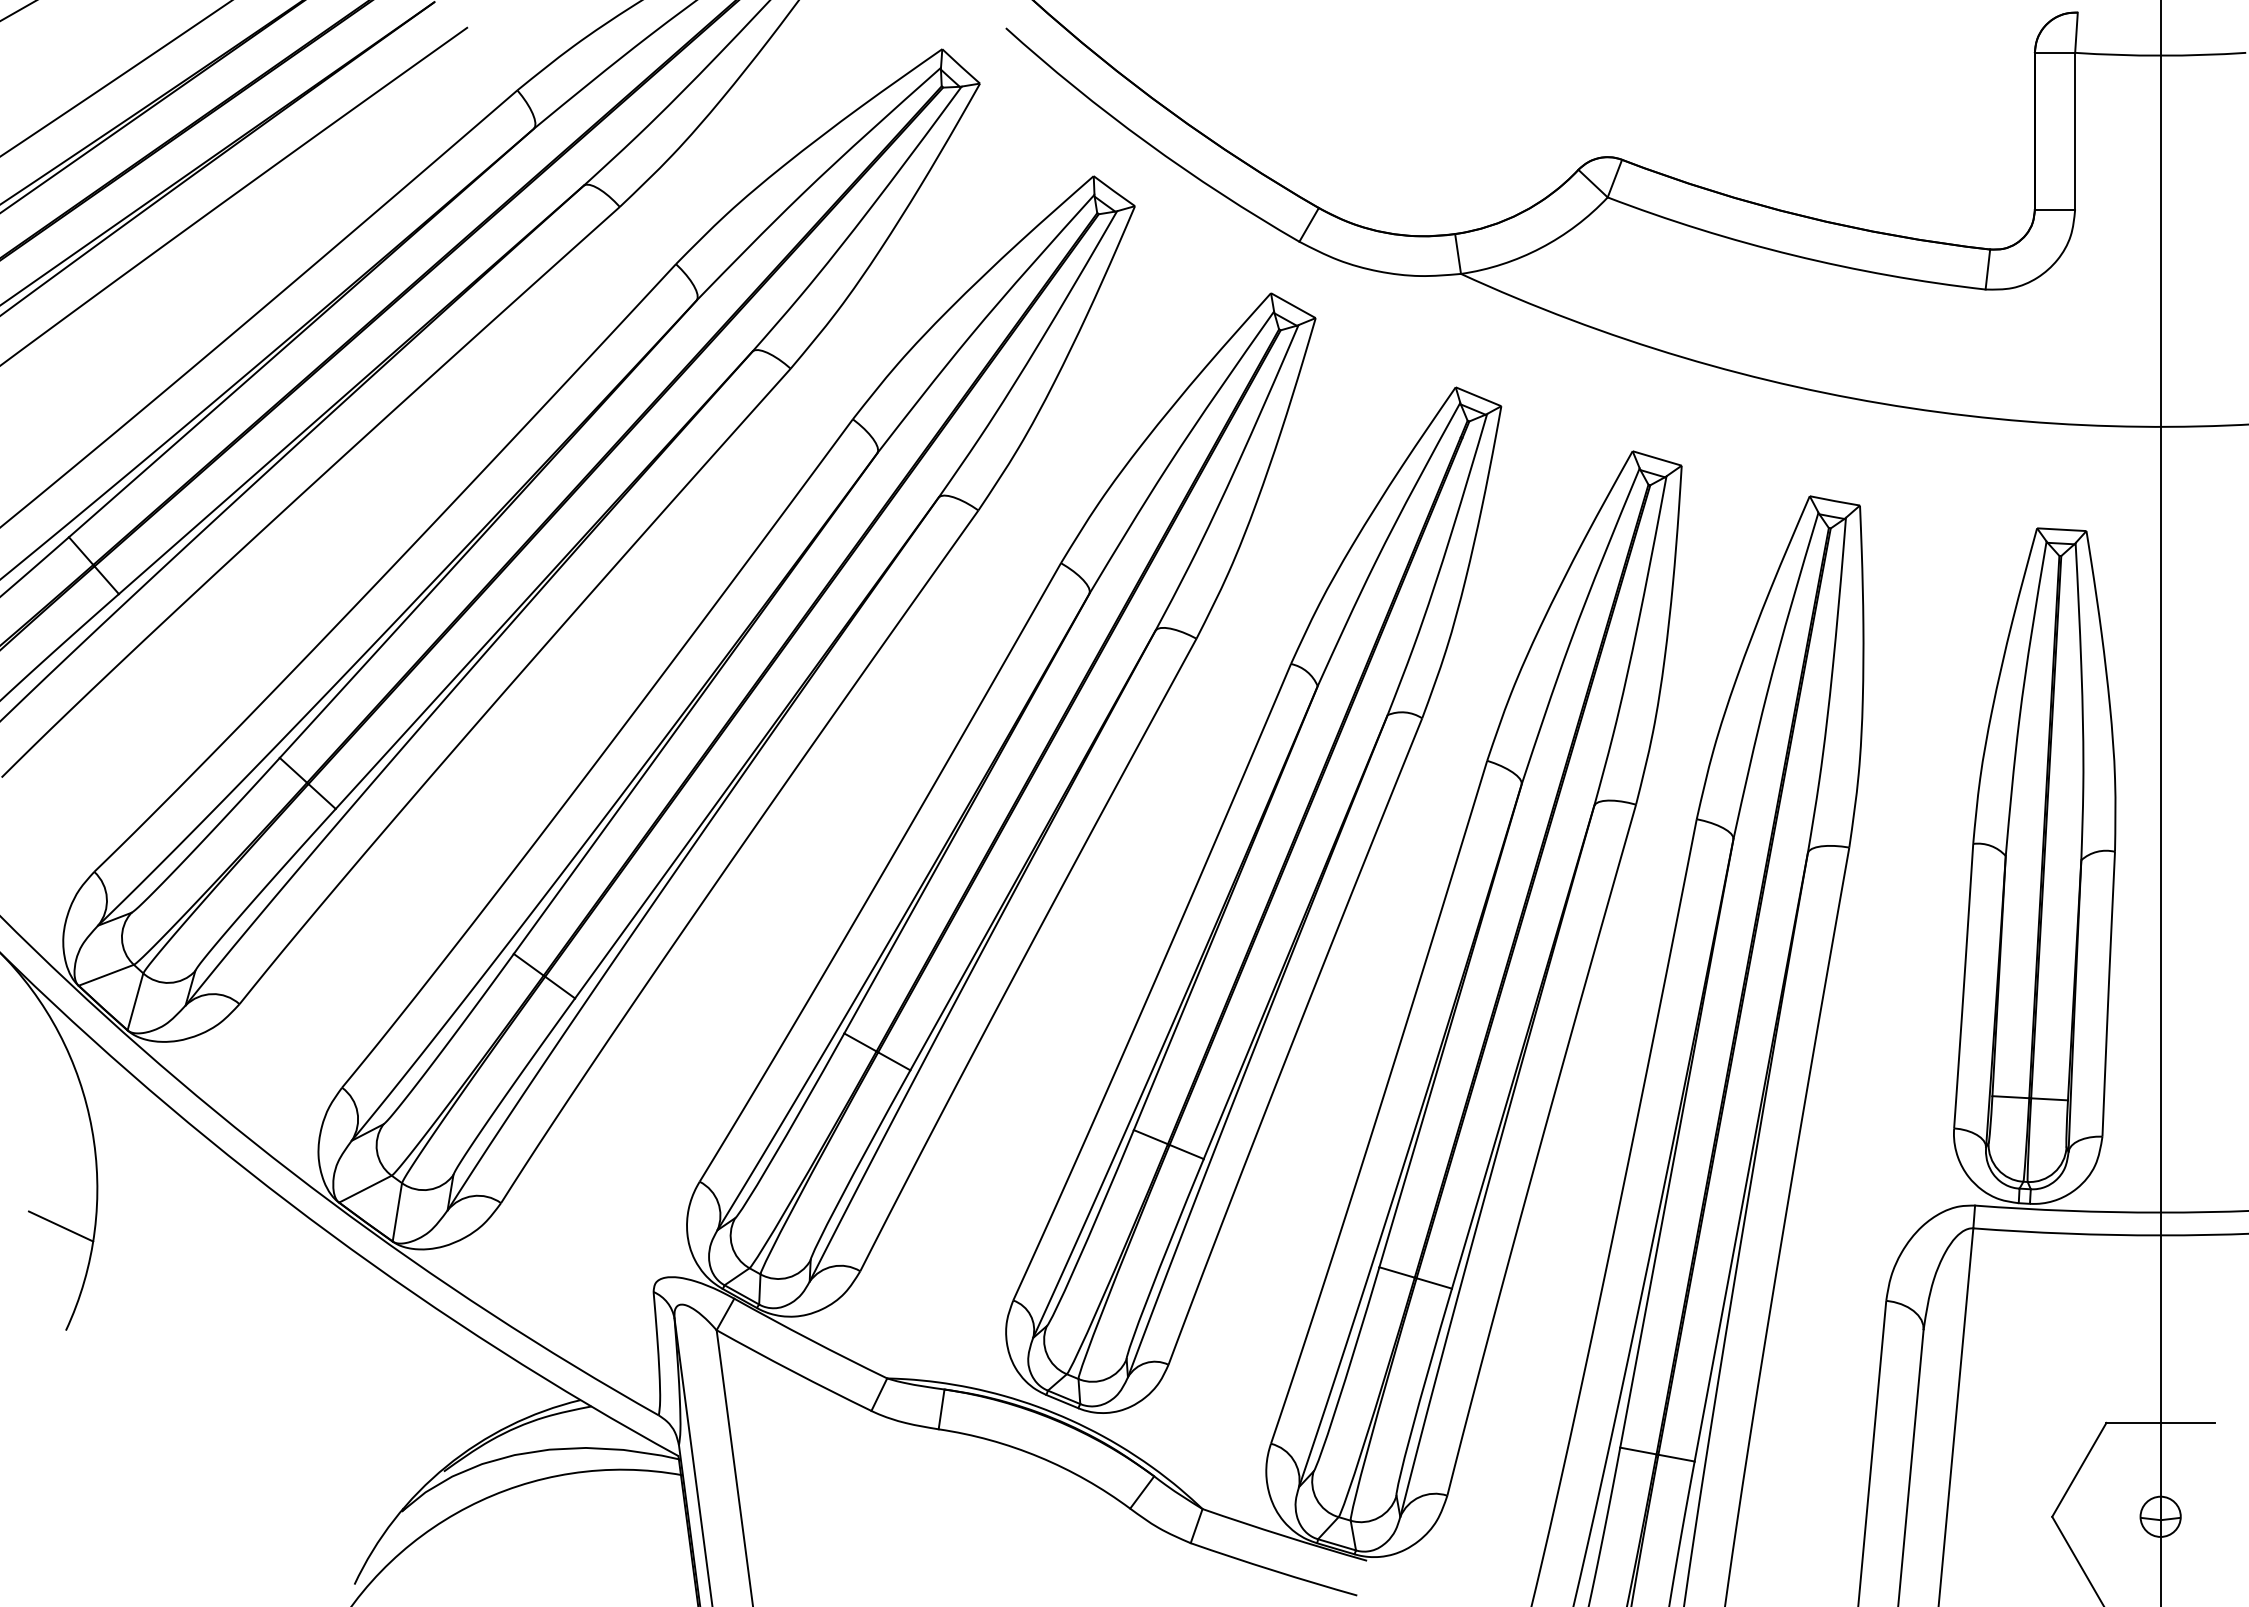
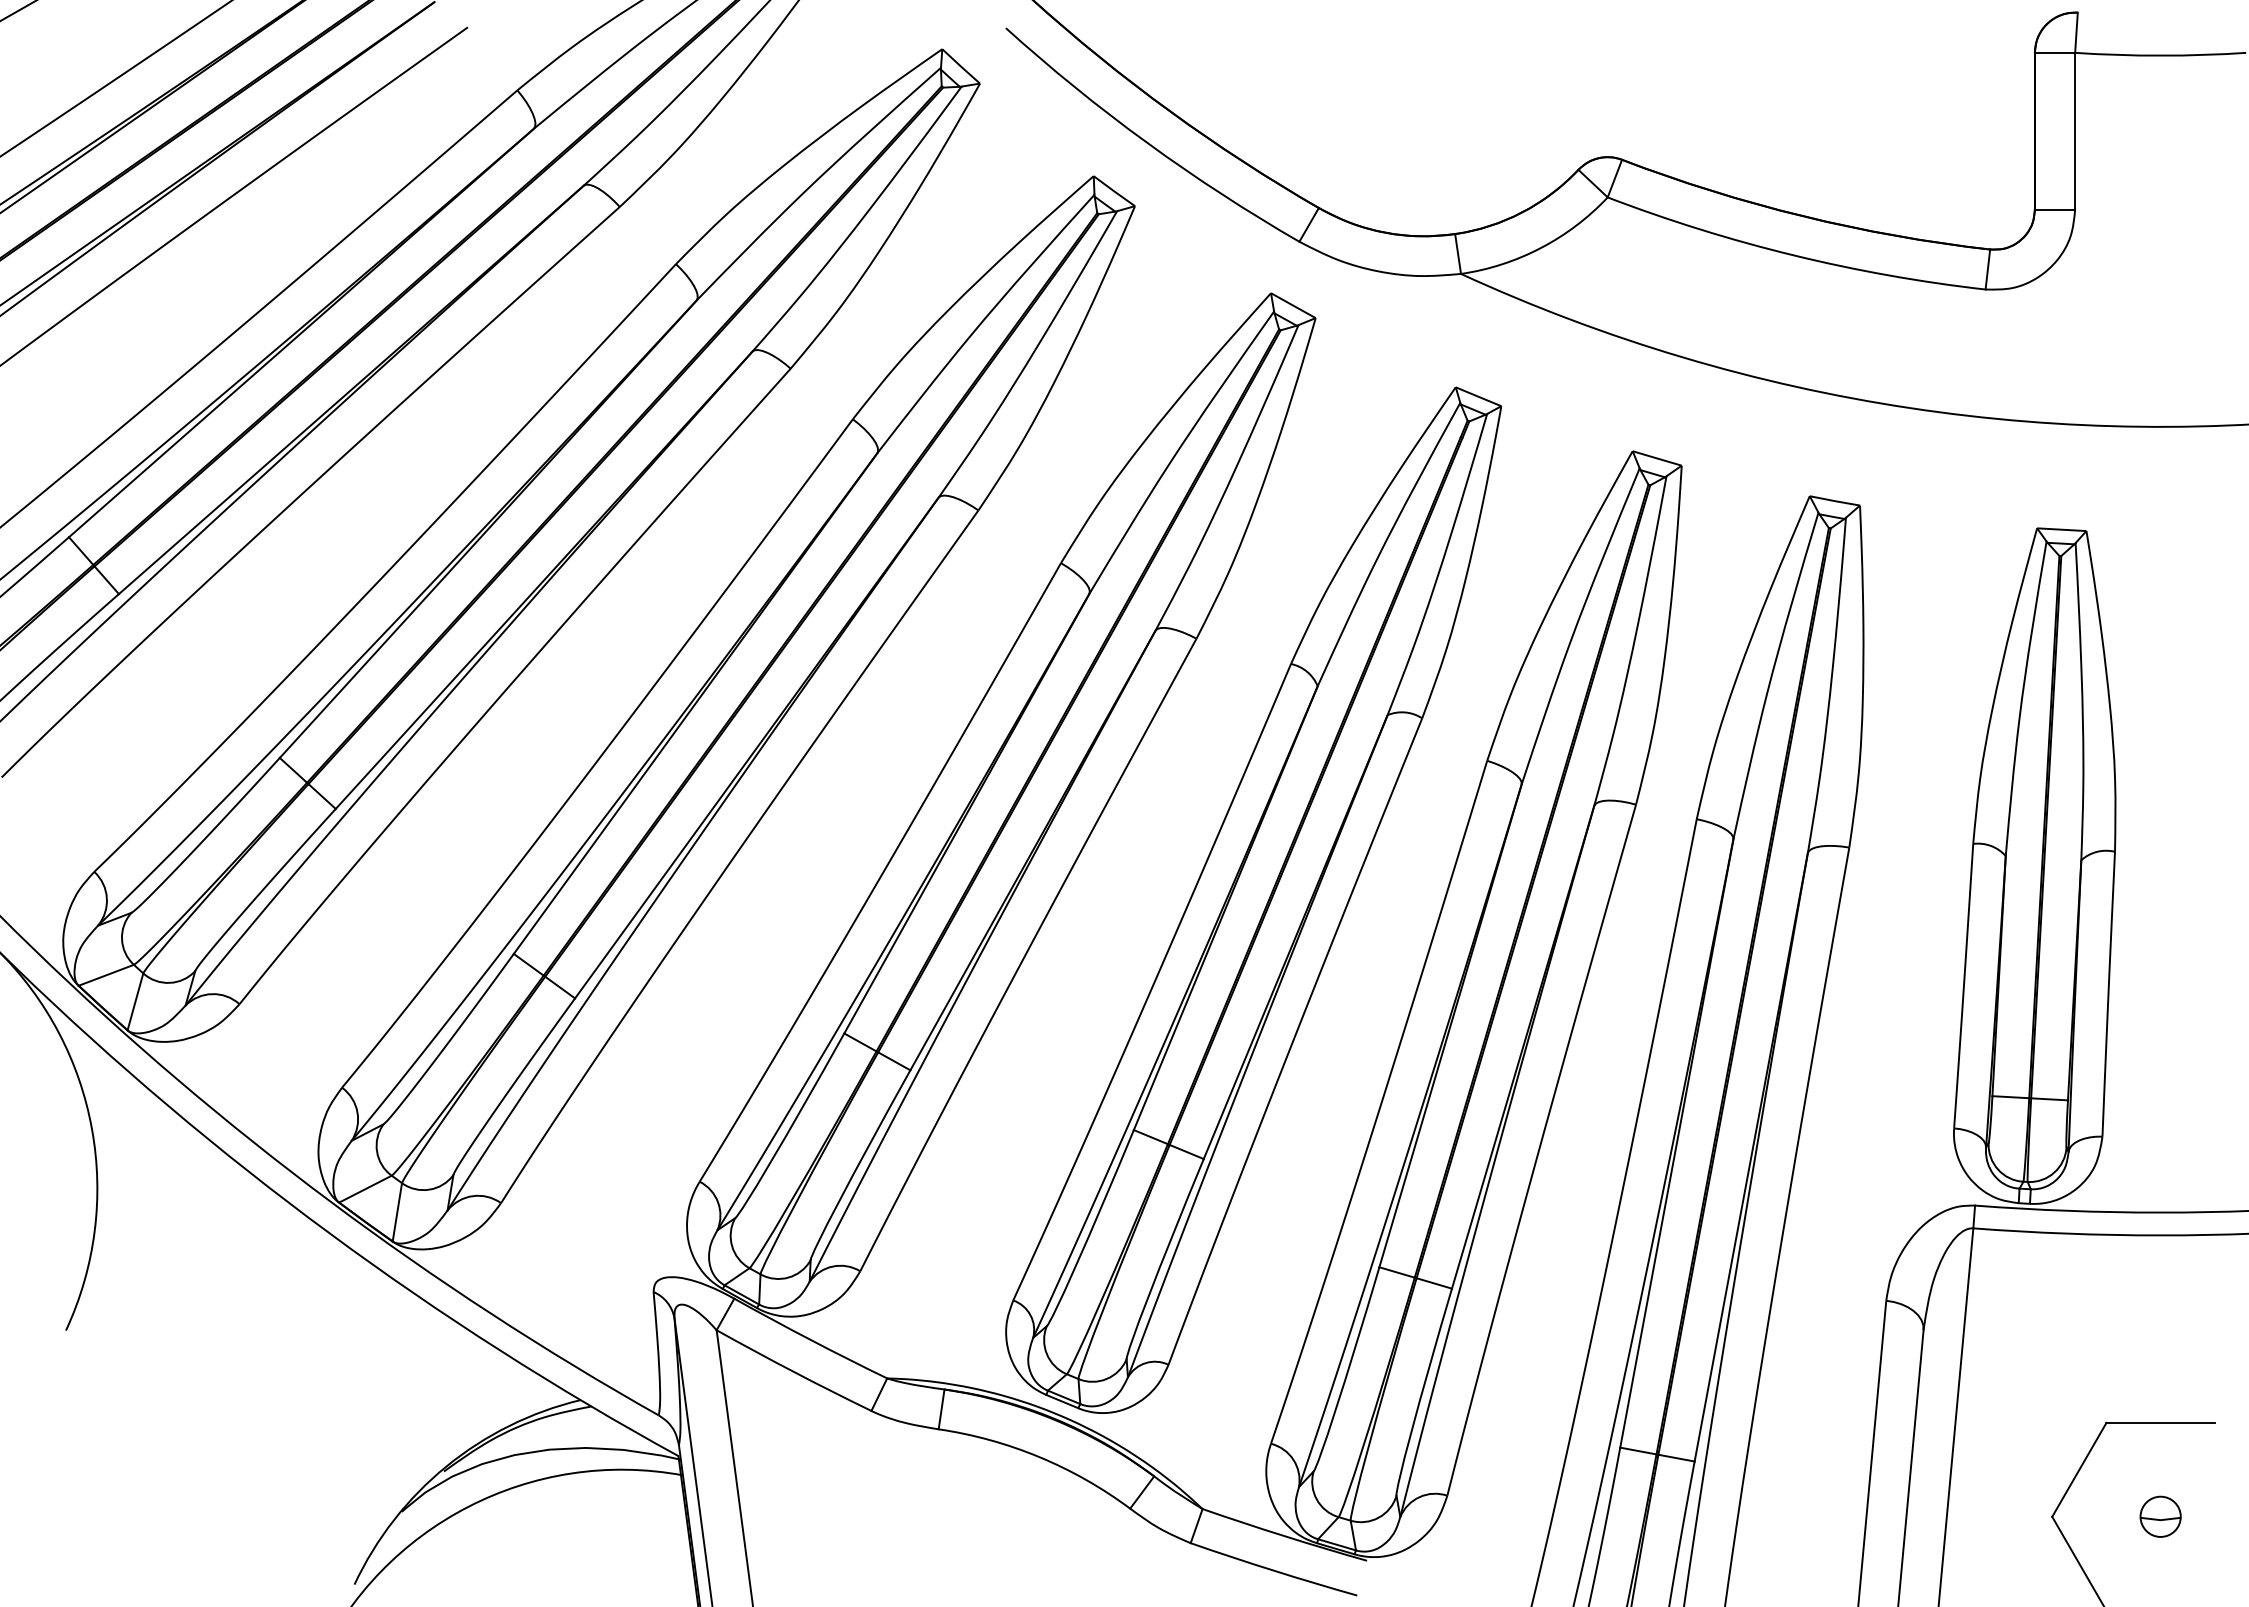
line at (2160, 802): present -> none
line at (60, 1226): present -> none
